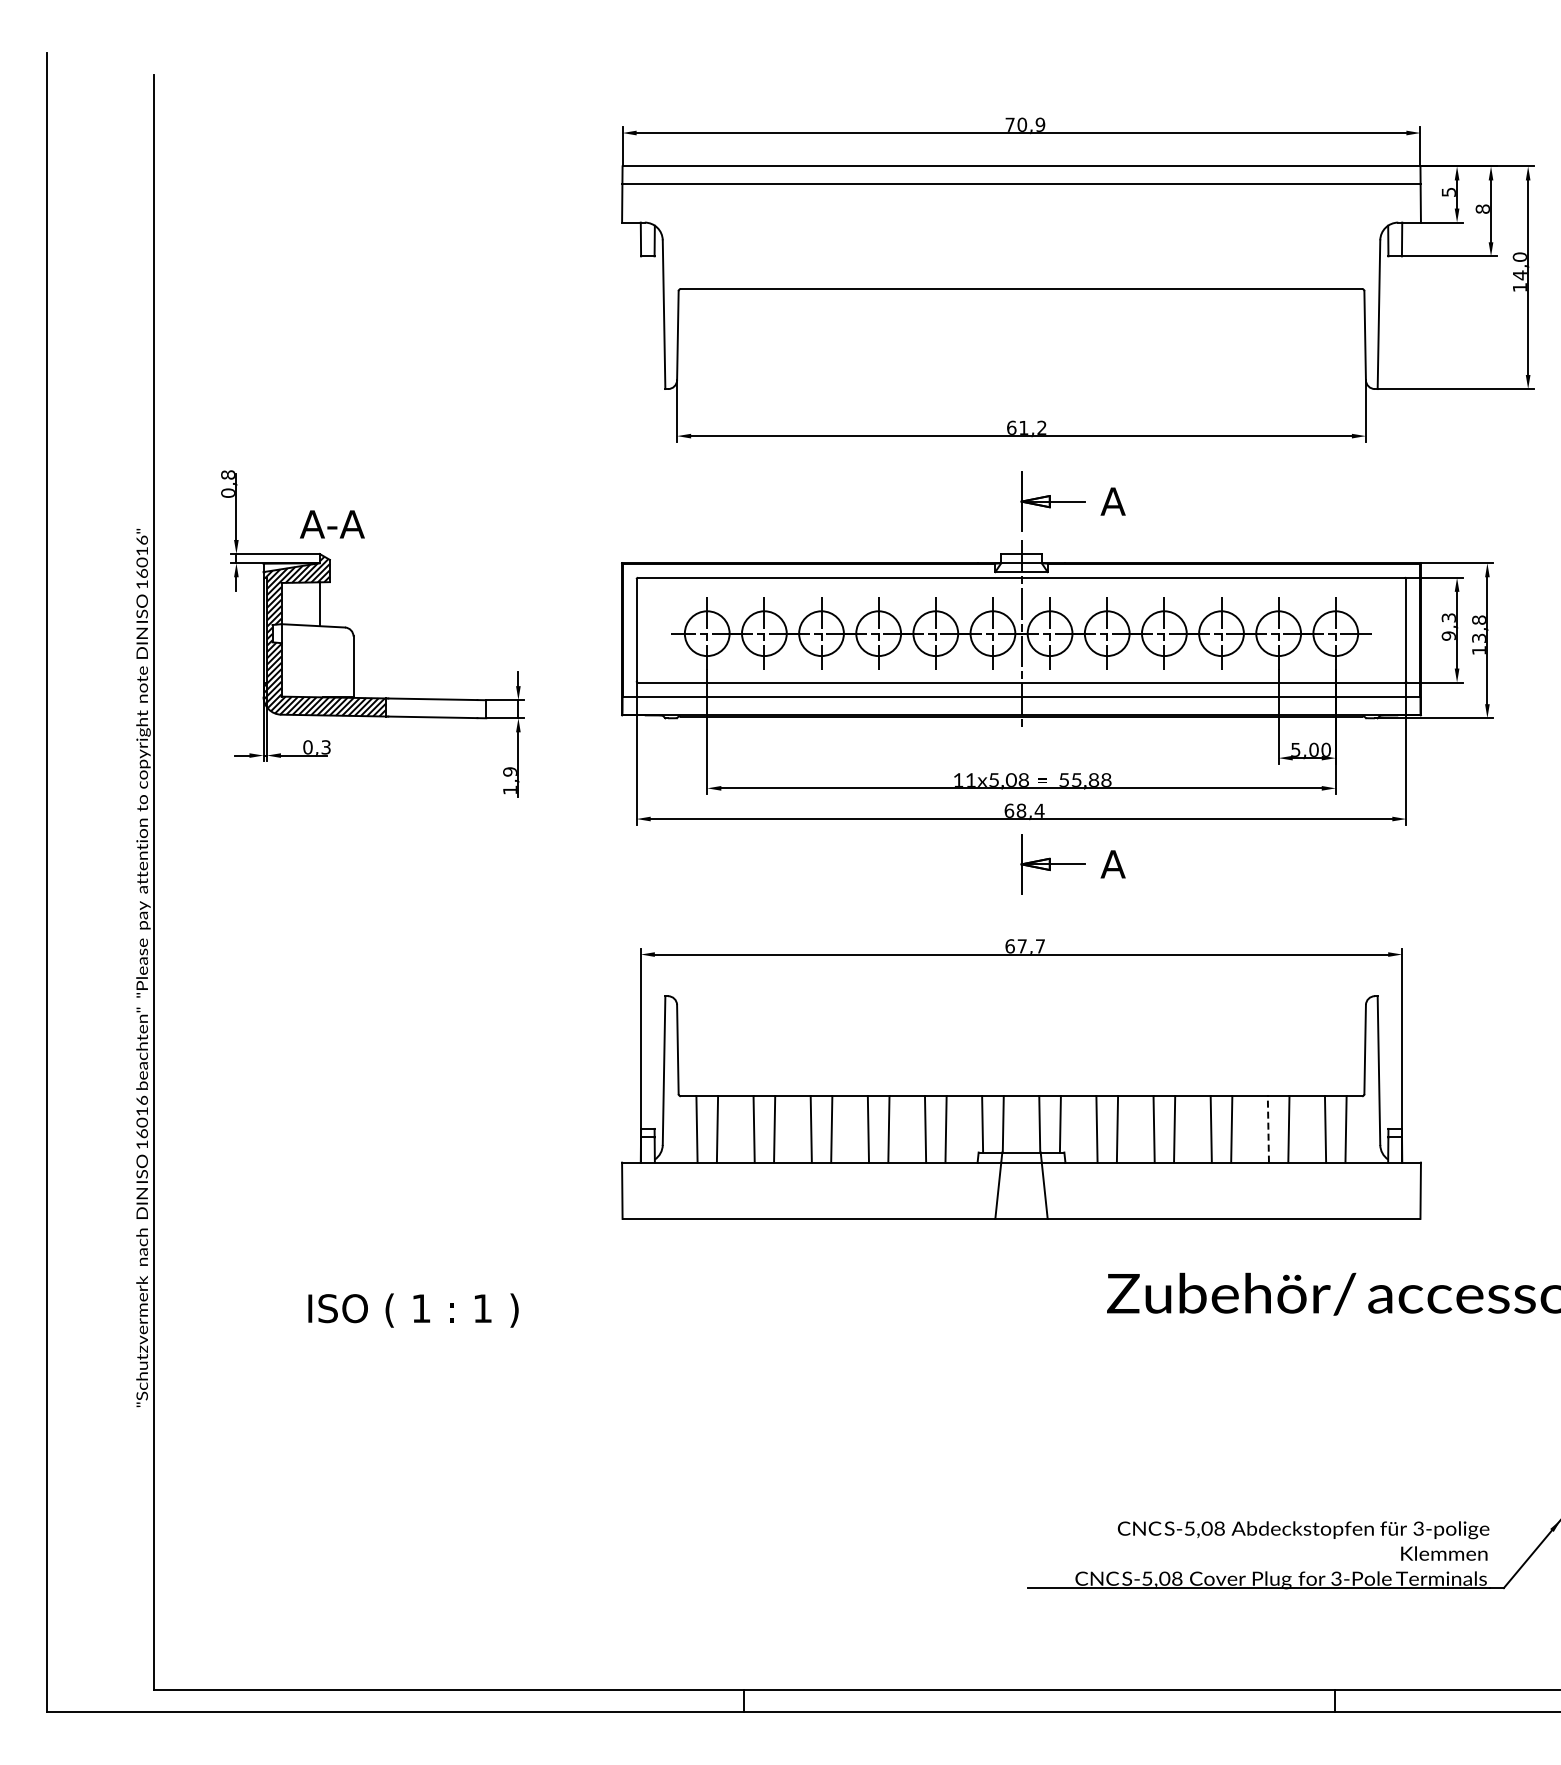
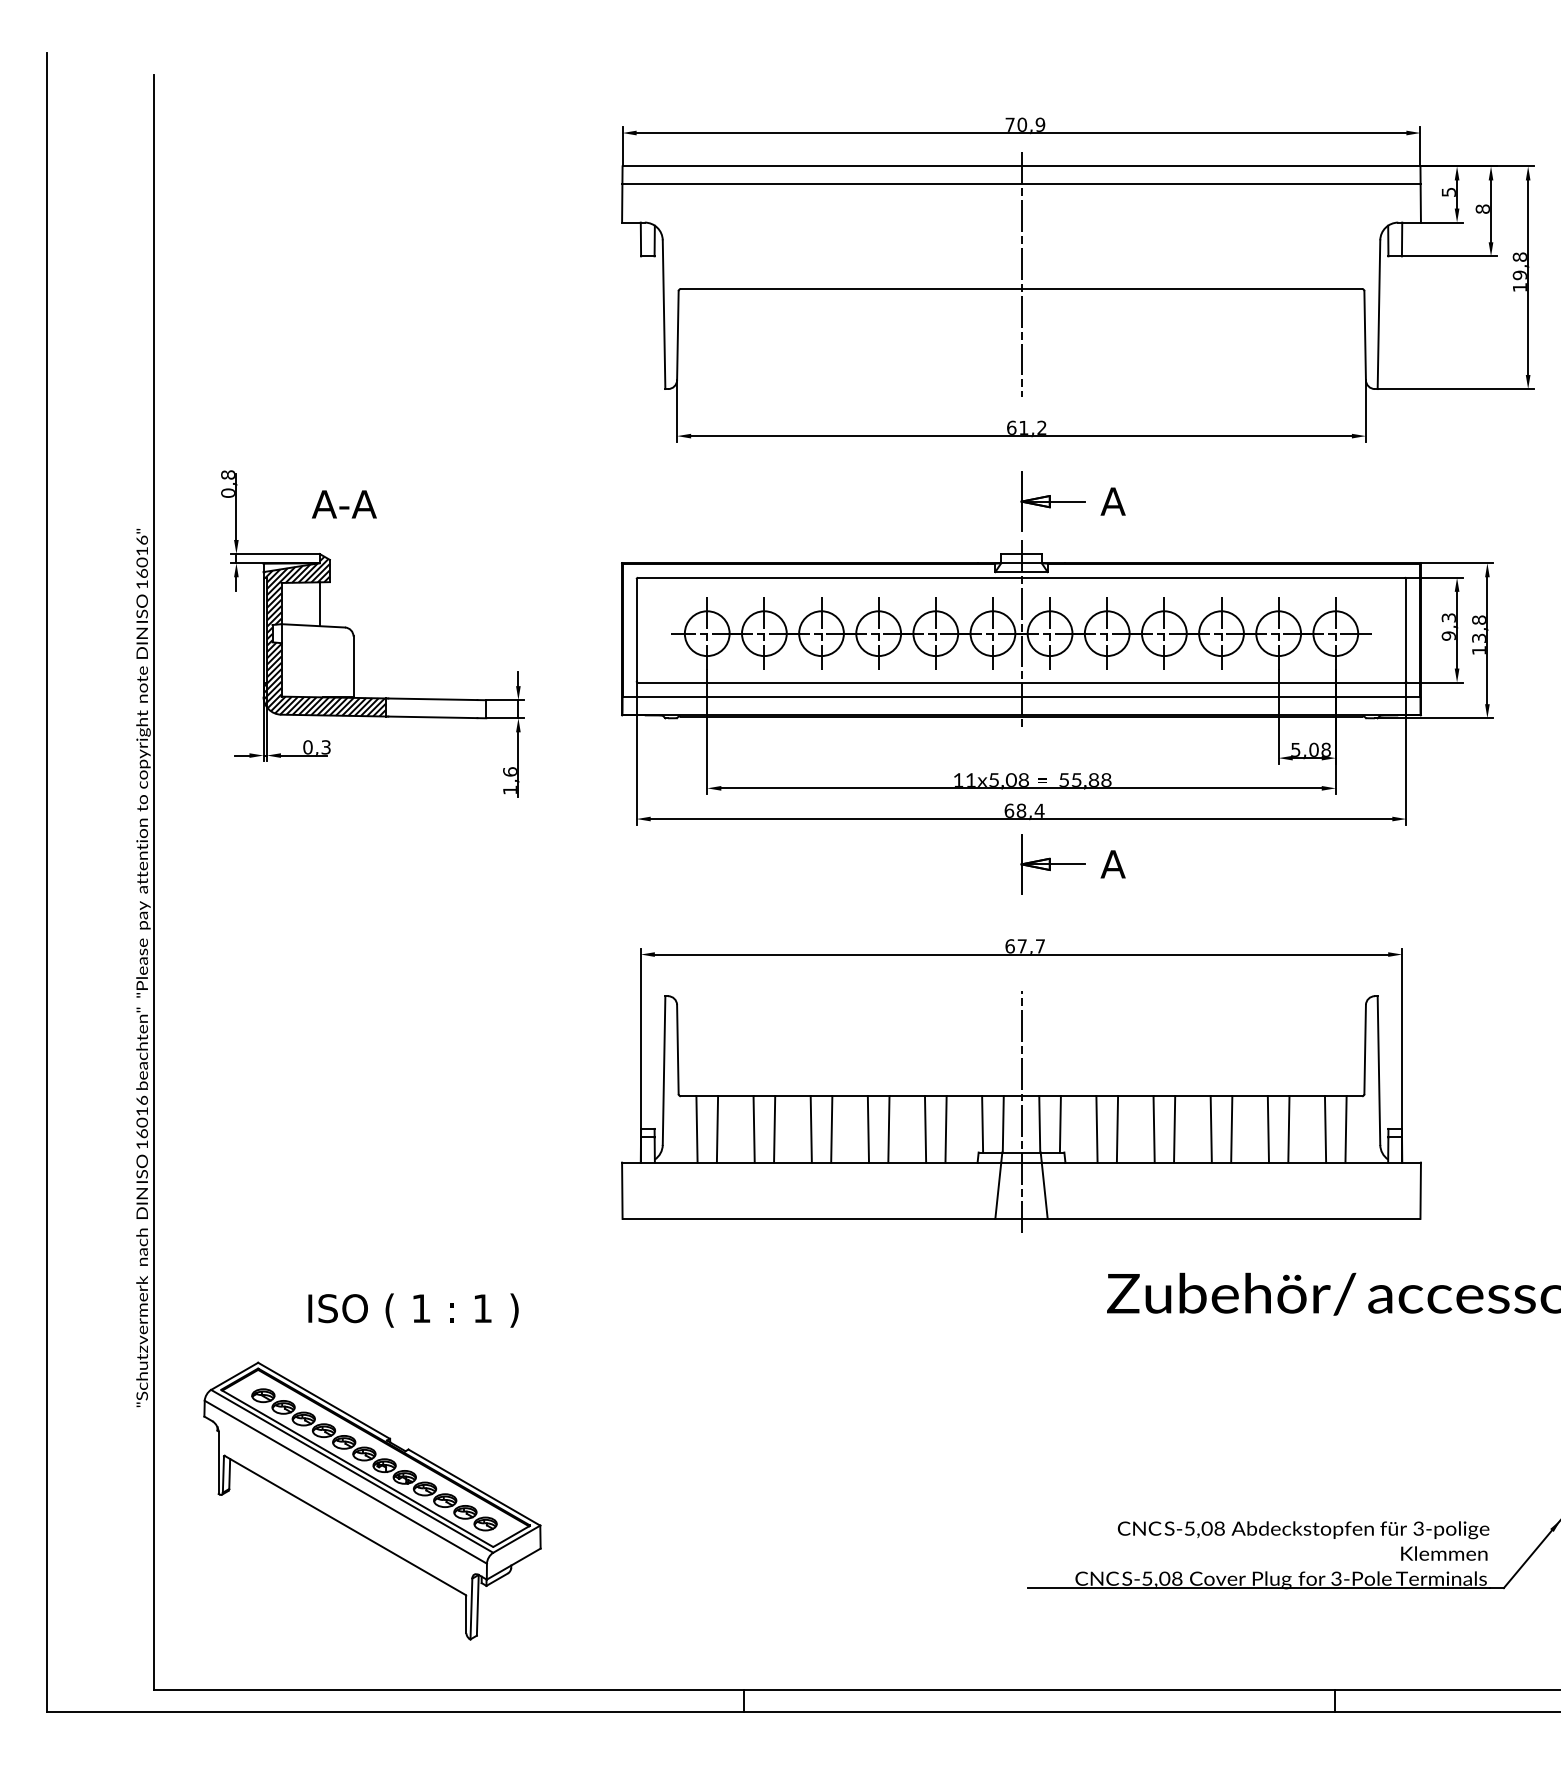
text at (1519, 266): 14,0 -> 19,8
line at (1021, 274): none -> present
text at (332, 524) position: (332, 524) -> (344, 504)
text at (1325, 749): 5,00 -> 5,08
text at (509, 771): 1,9 -> 1,6
line at (1021, 1111): none -> present
line at (1268, 1128): dashed -> solid
part at (372, 1500): none -> present
